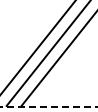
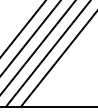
line at (23, 28): none -> present
line at (30, 37): none -> present
line at (49, 106): dashed -> solid
